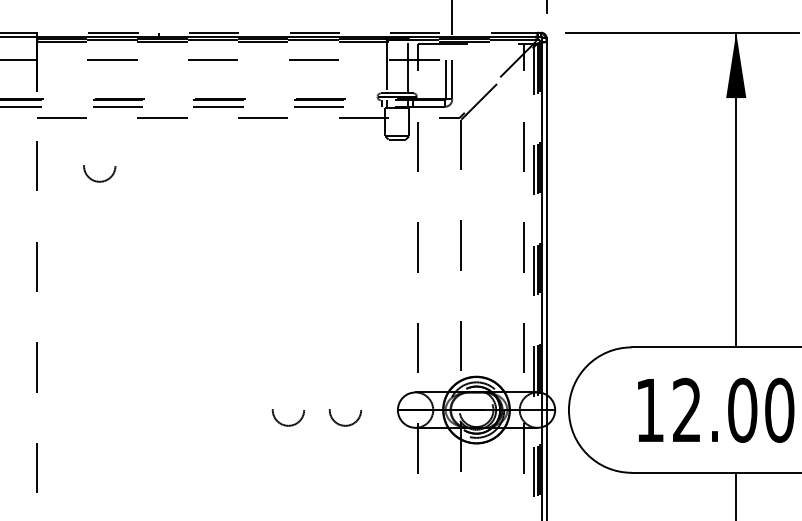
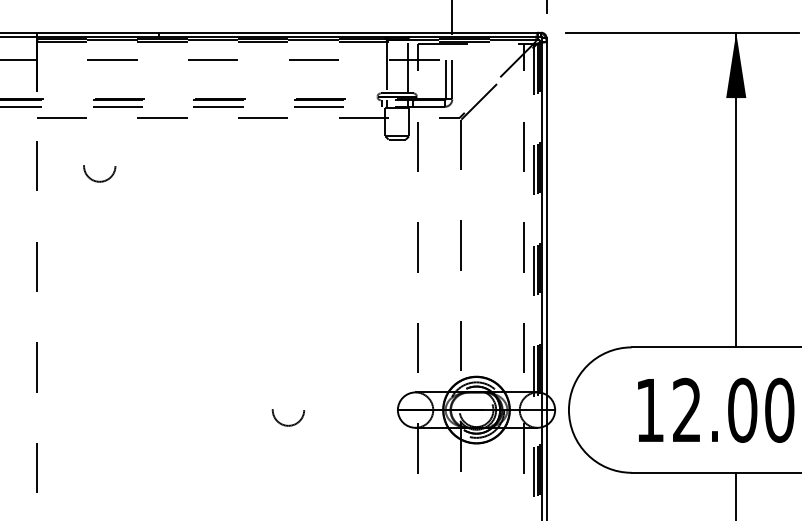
line at (270, 32): dashed -> solid
circle at (345, 417): present -> none
